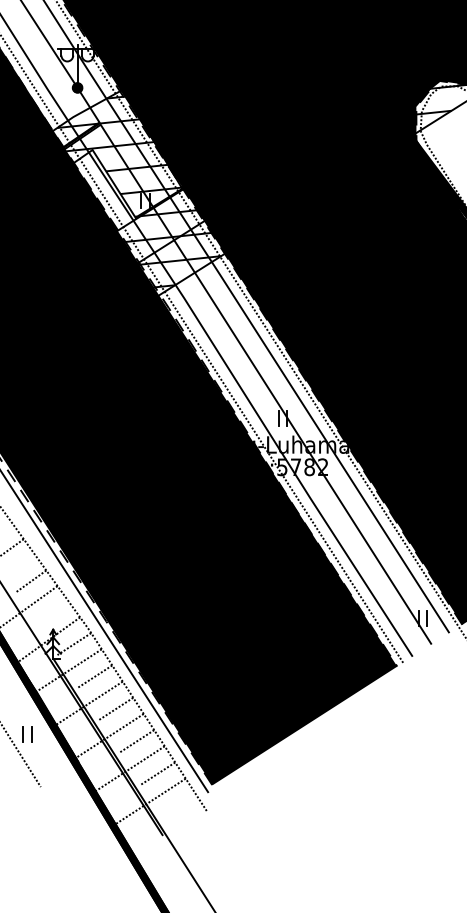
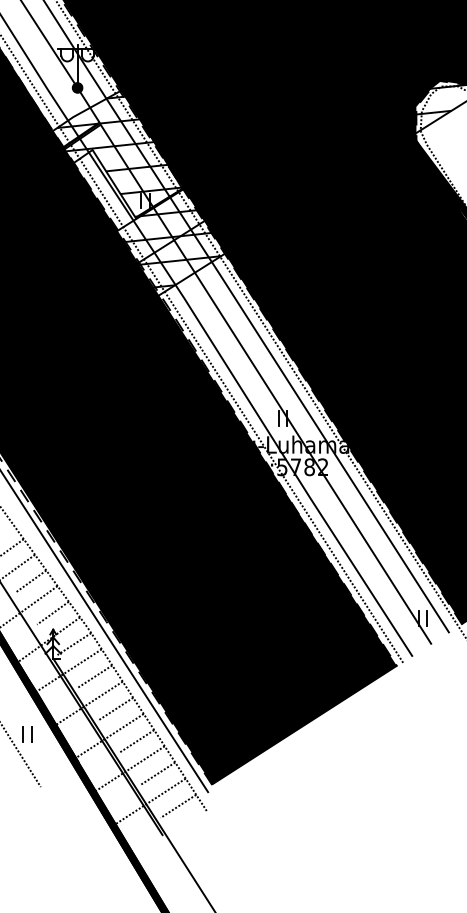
line at (18, 566): none -> present
line at (52, 612): none -> present
line at (178, 805): none -> present
